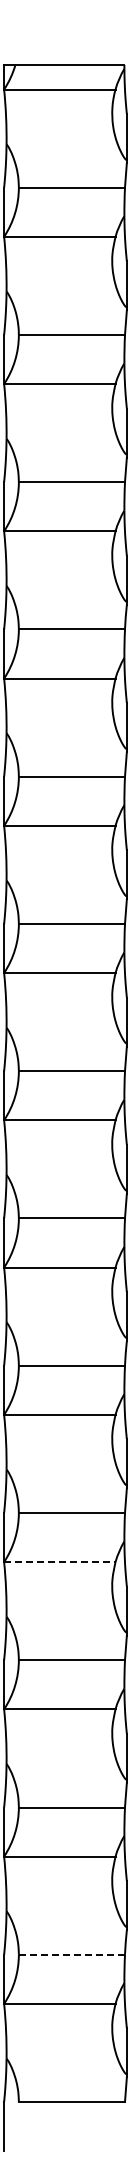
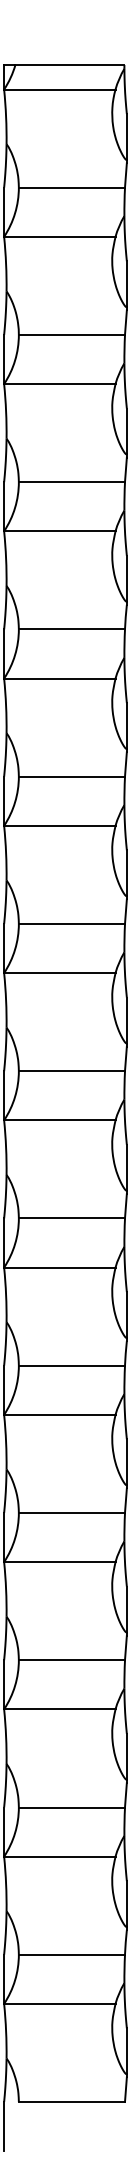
line at (59, 1562): dashed -> solid
line at (72, 1954): dashed -> solid
